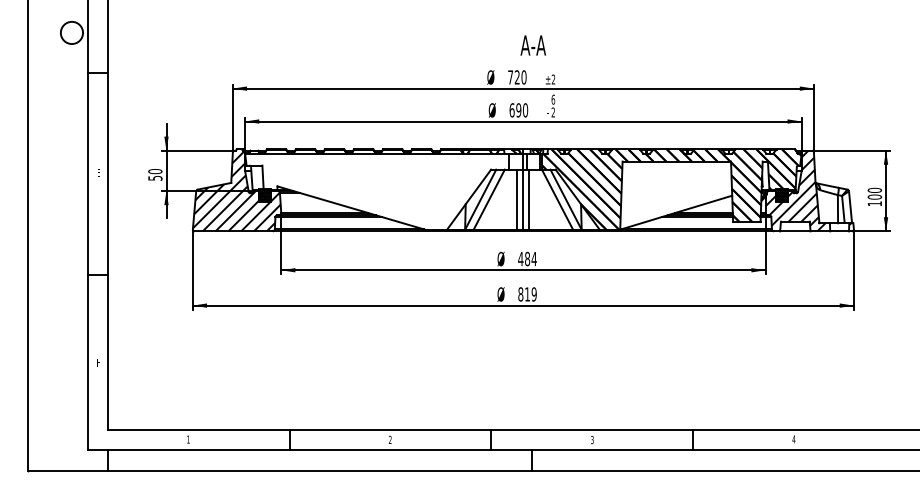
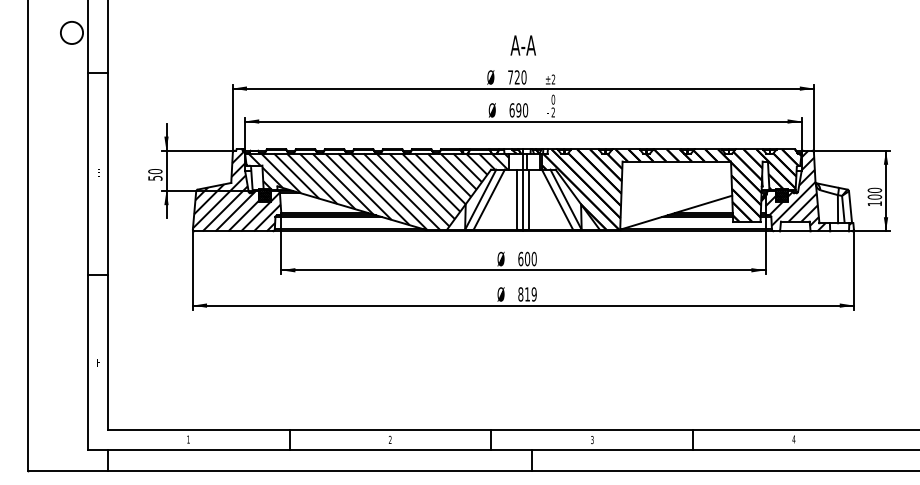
text at (532, 45) position: (532, 45) -> (522, 45)
text at (553, 99): 6 -> 0
hatch at (377, 191): none -> present
text at (527, 258): 484 -> 600
